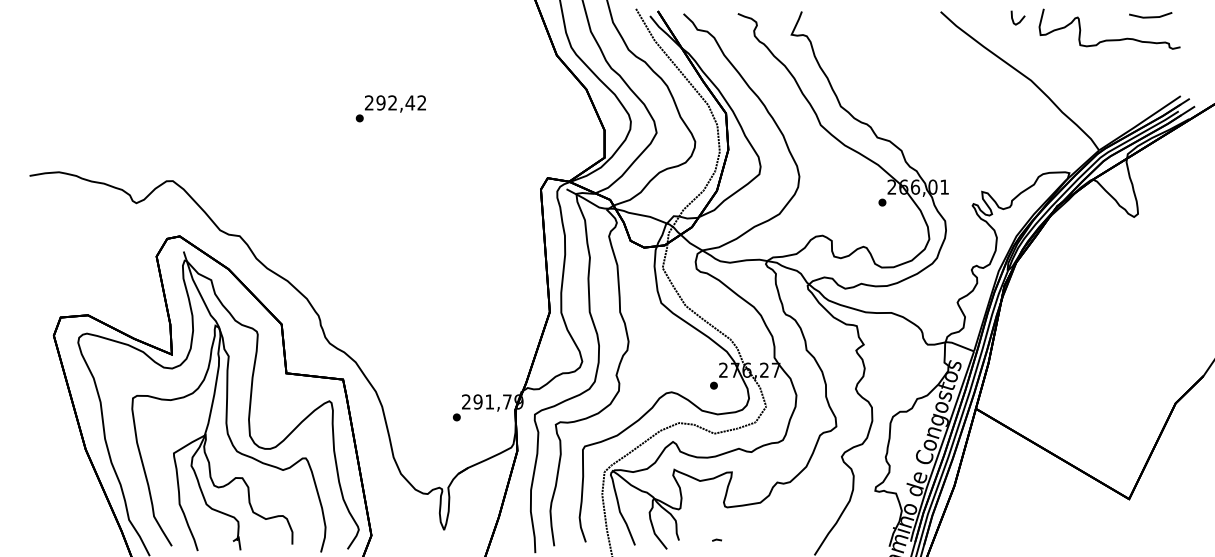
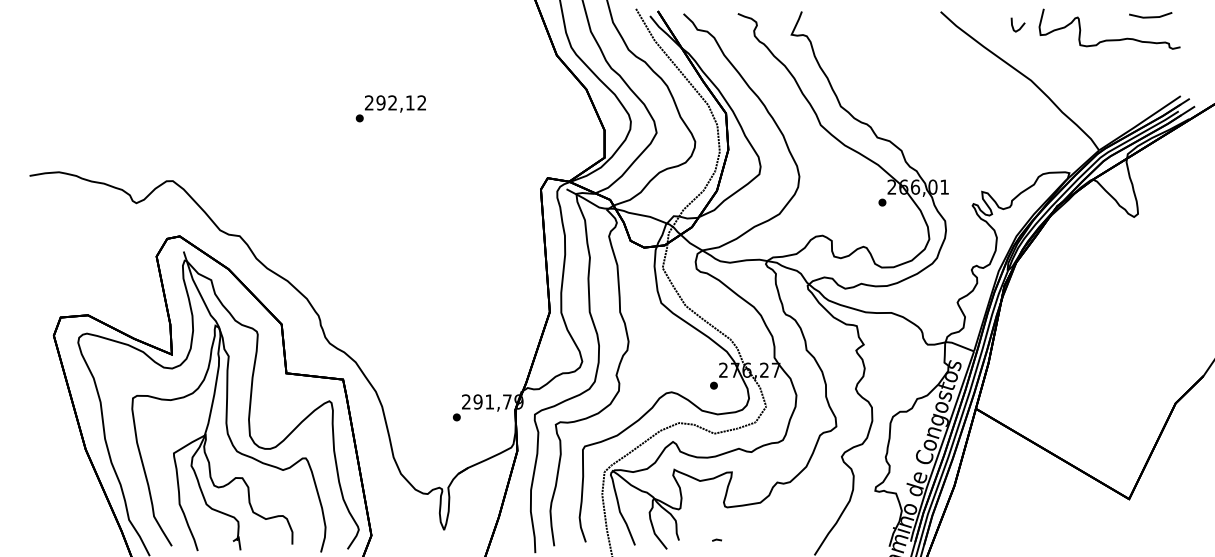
curve at (1020, 19) position: (1020, 19) -> (1020, 26)
text at (410, 102): 292,42 -> 292,12
